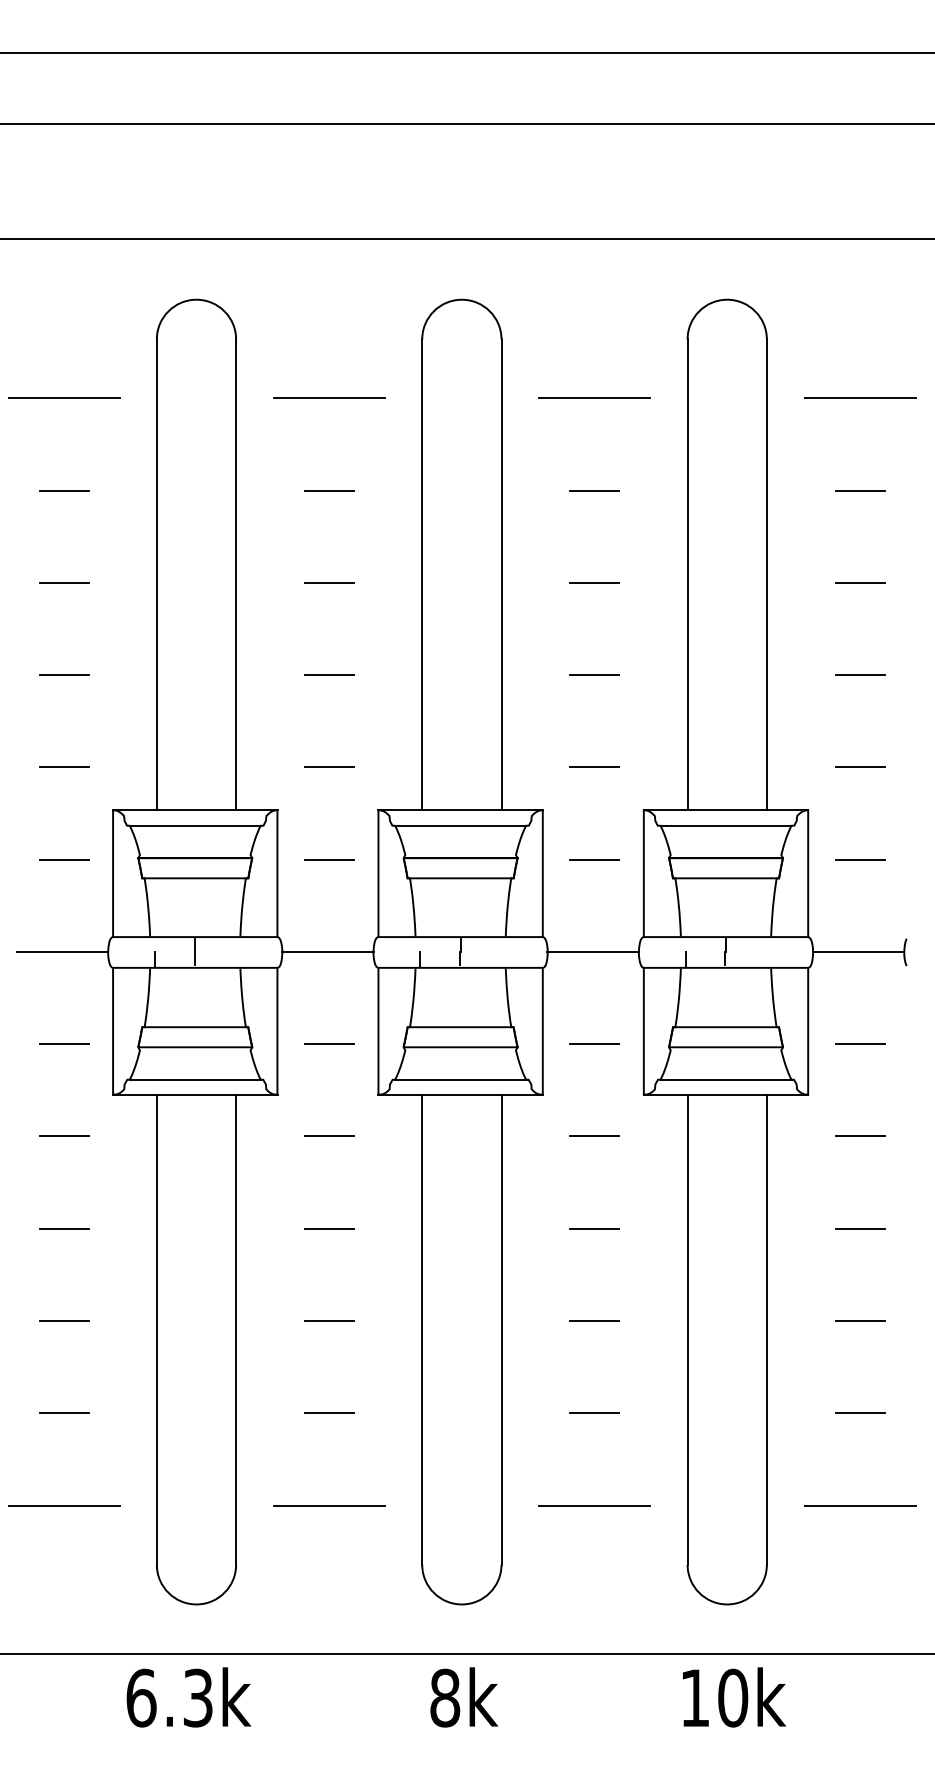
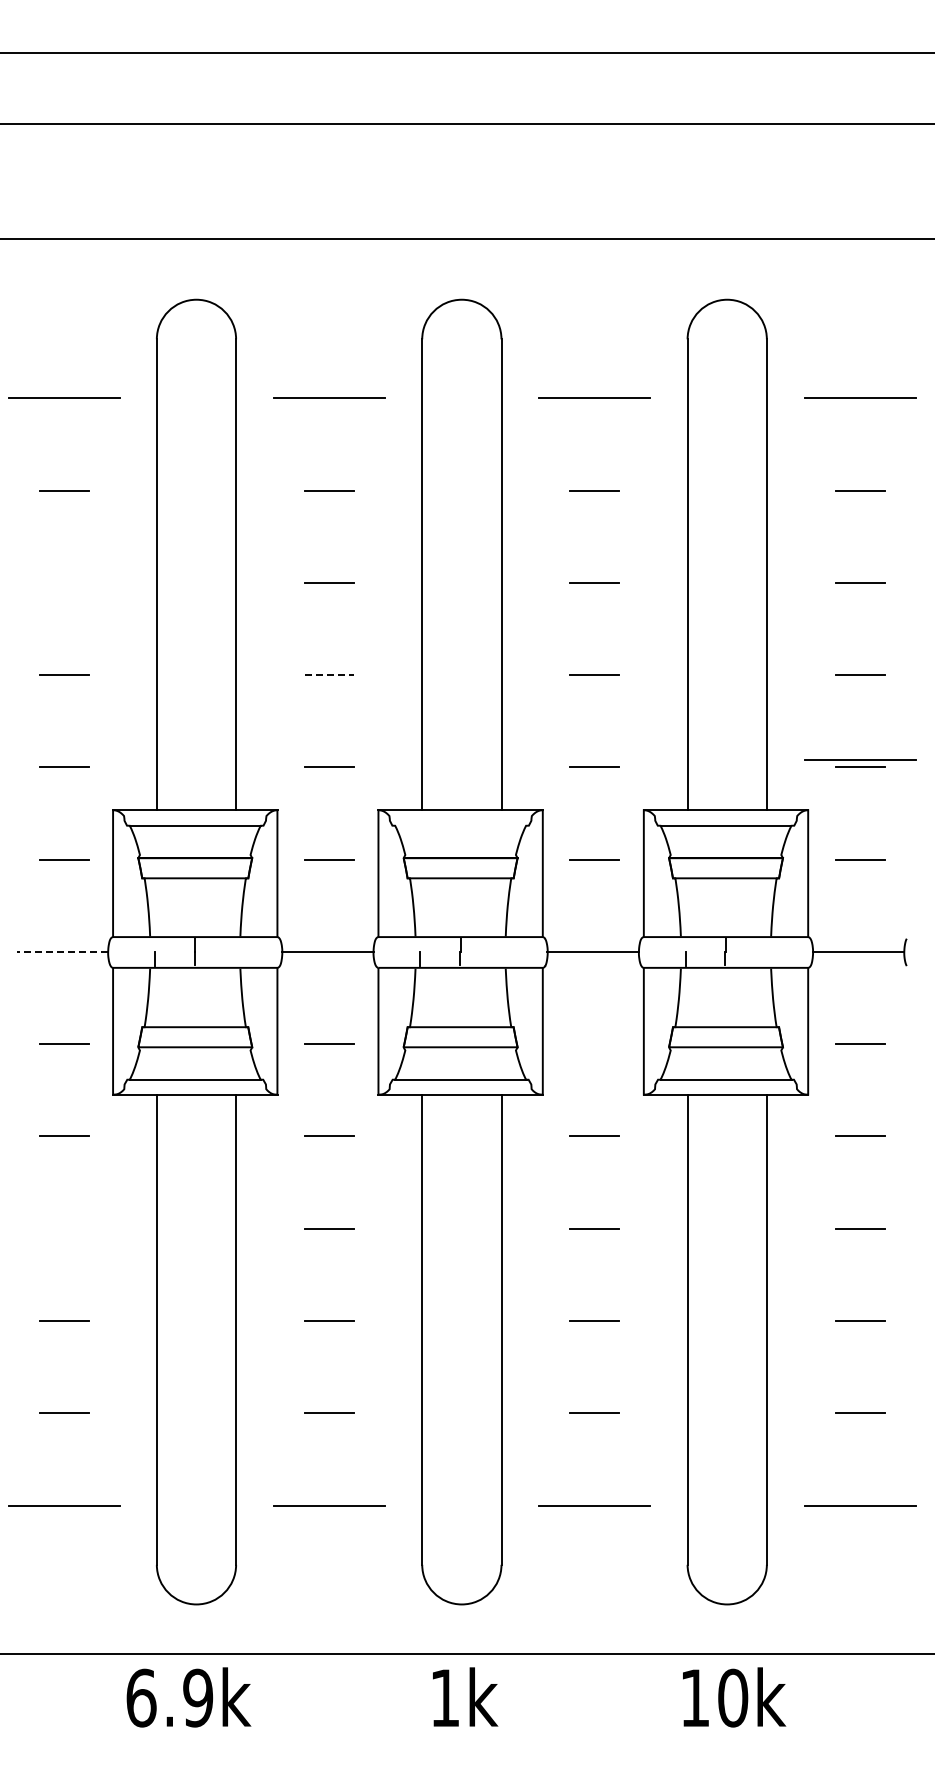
line at (63, 582): present -> none
line at (329, 675): solid -> dashed
line at (860, 759): none -> present
line at (460, 825): present -> none
line at (62, 951): solid -> dashed
line at (594, 1044): present -> none
line at (64, 1228): present -> none
text at (198, 1697): 6.3k -> 6.9k
text at (445, 1697): 8k -> 1k
